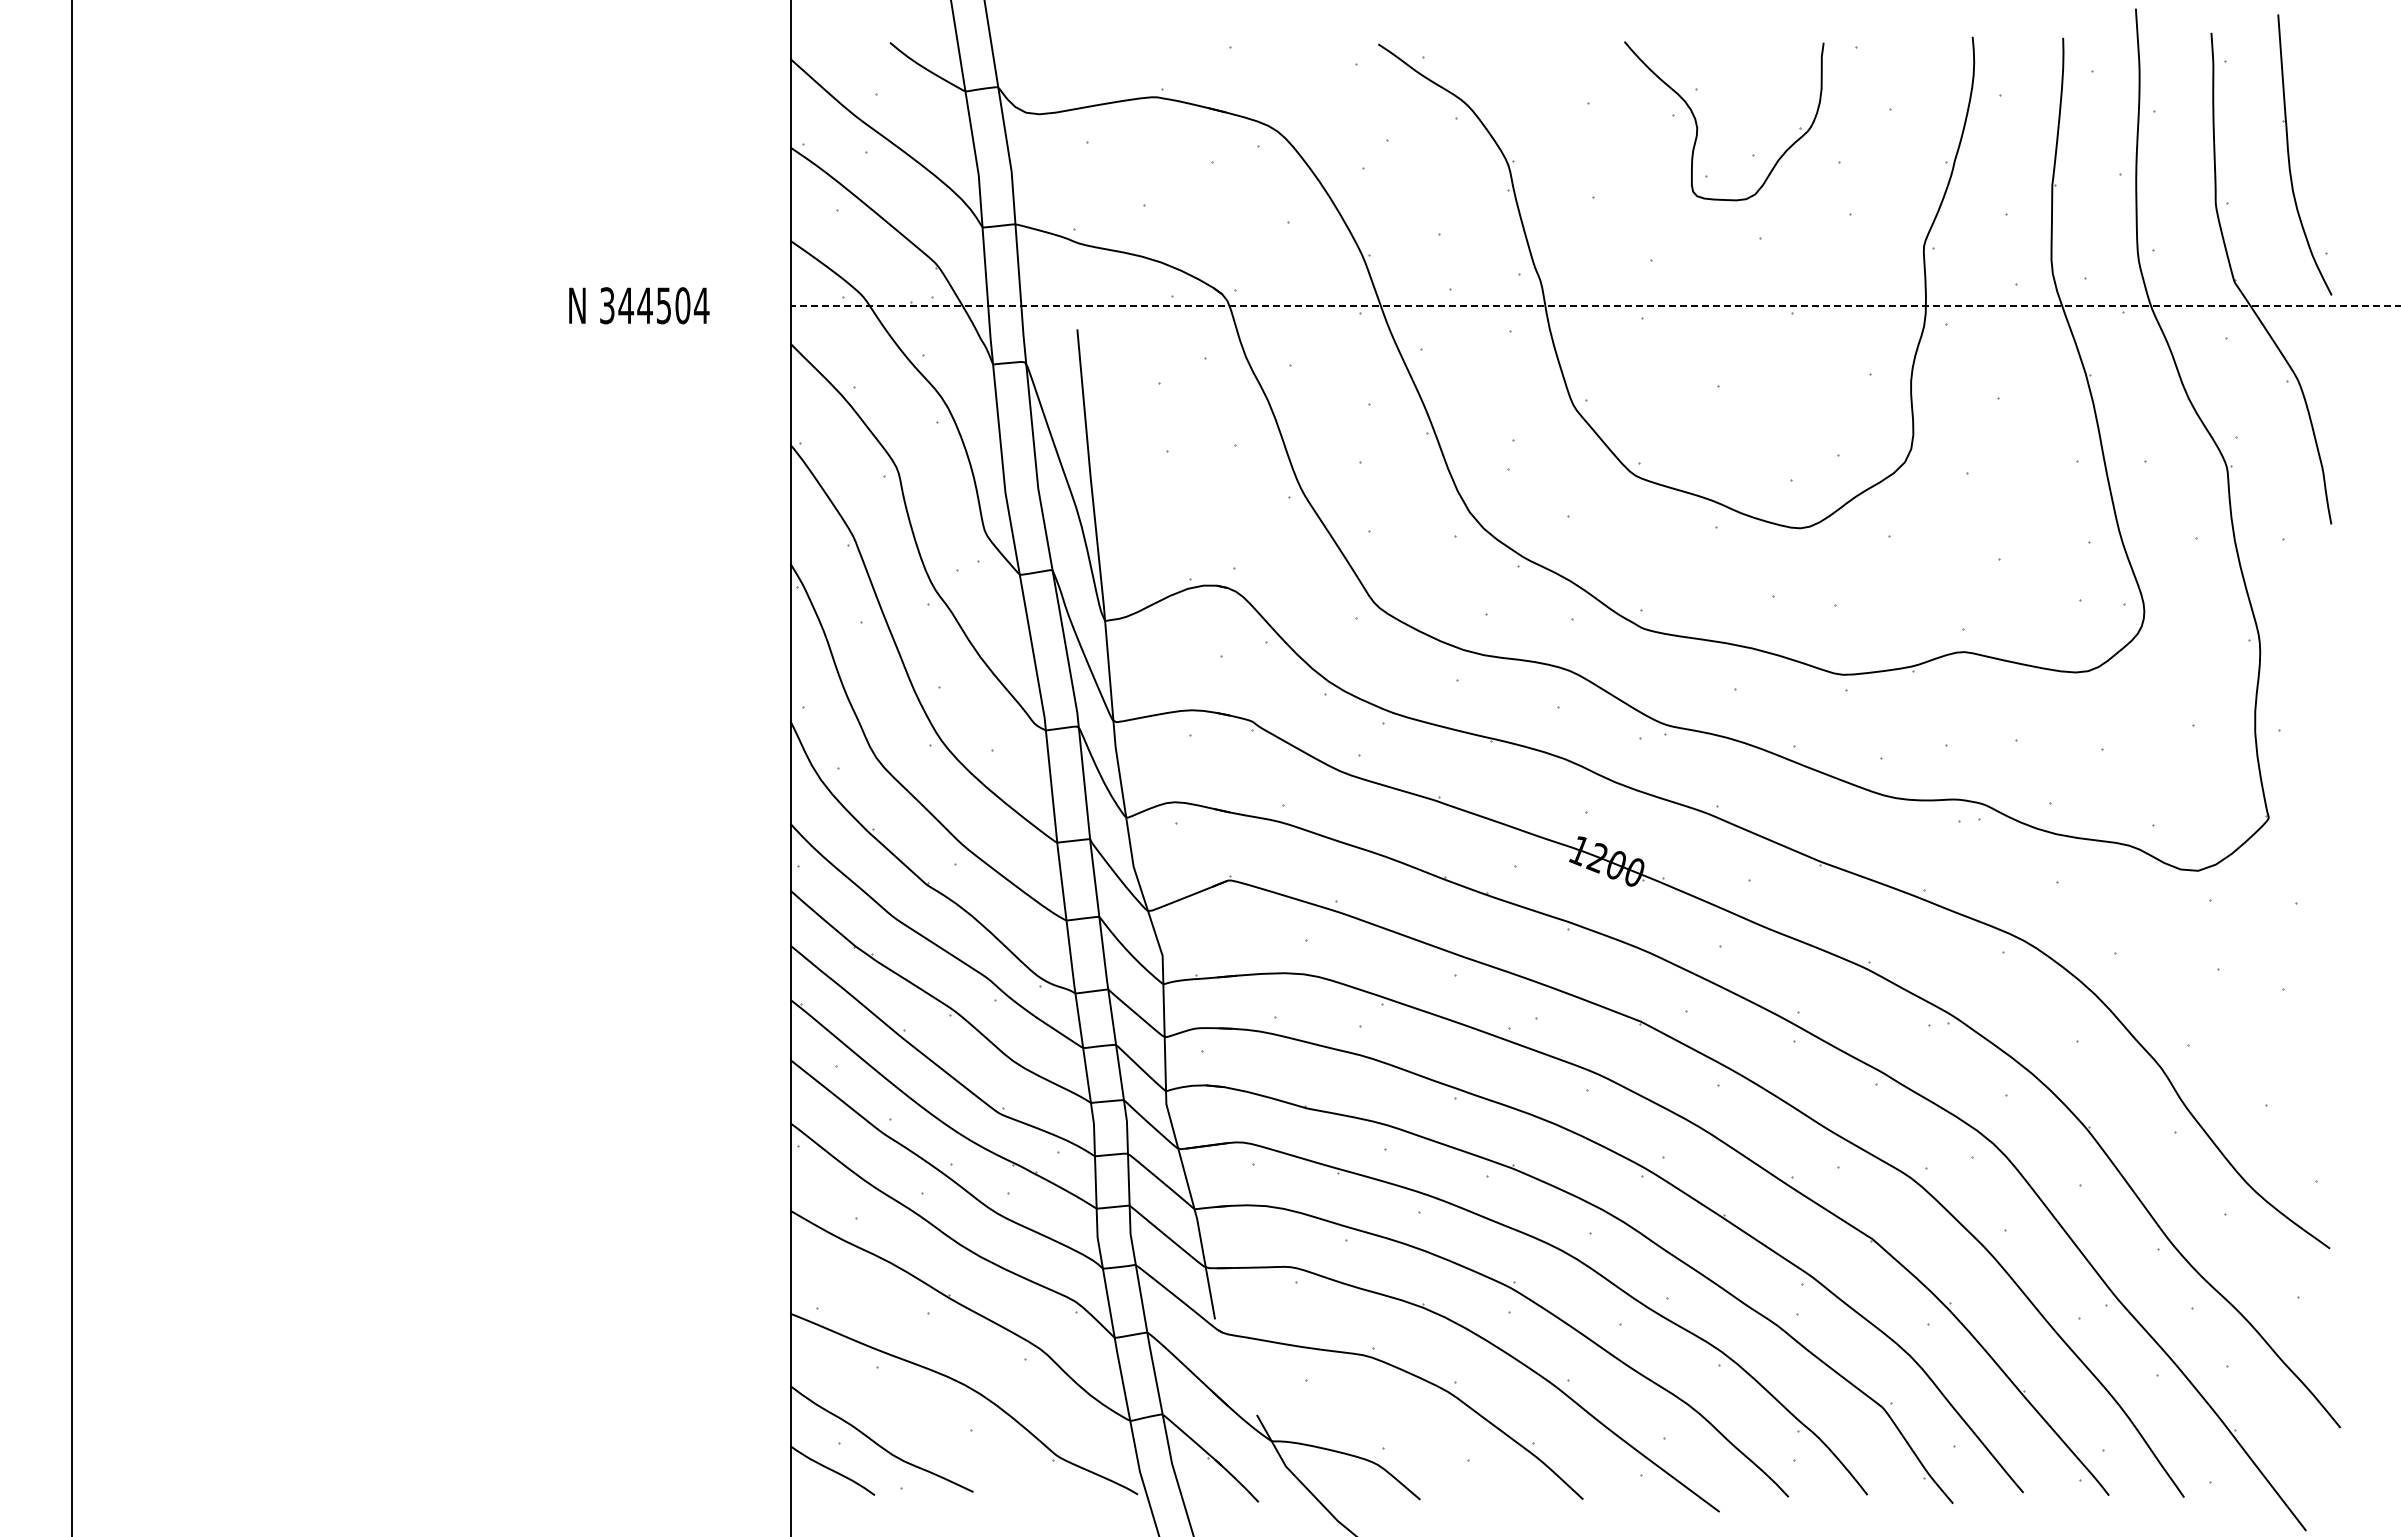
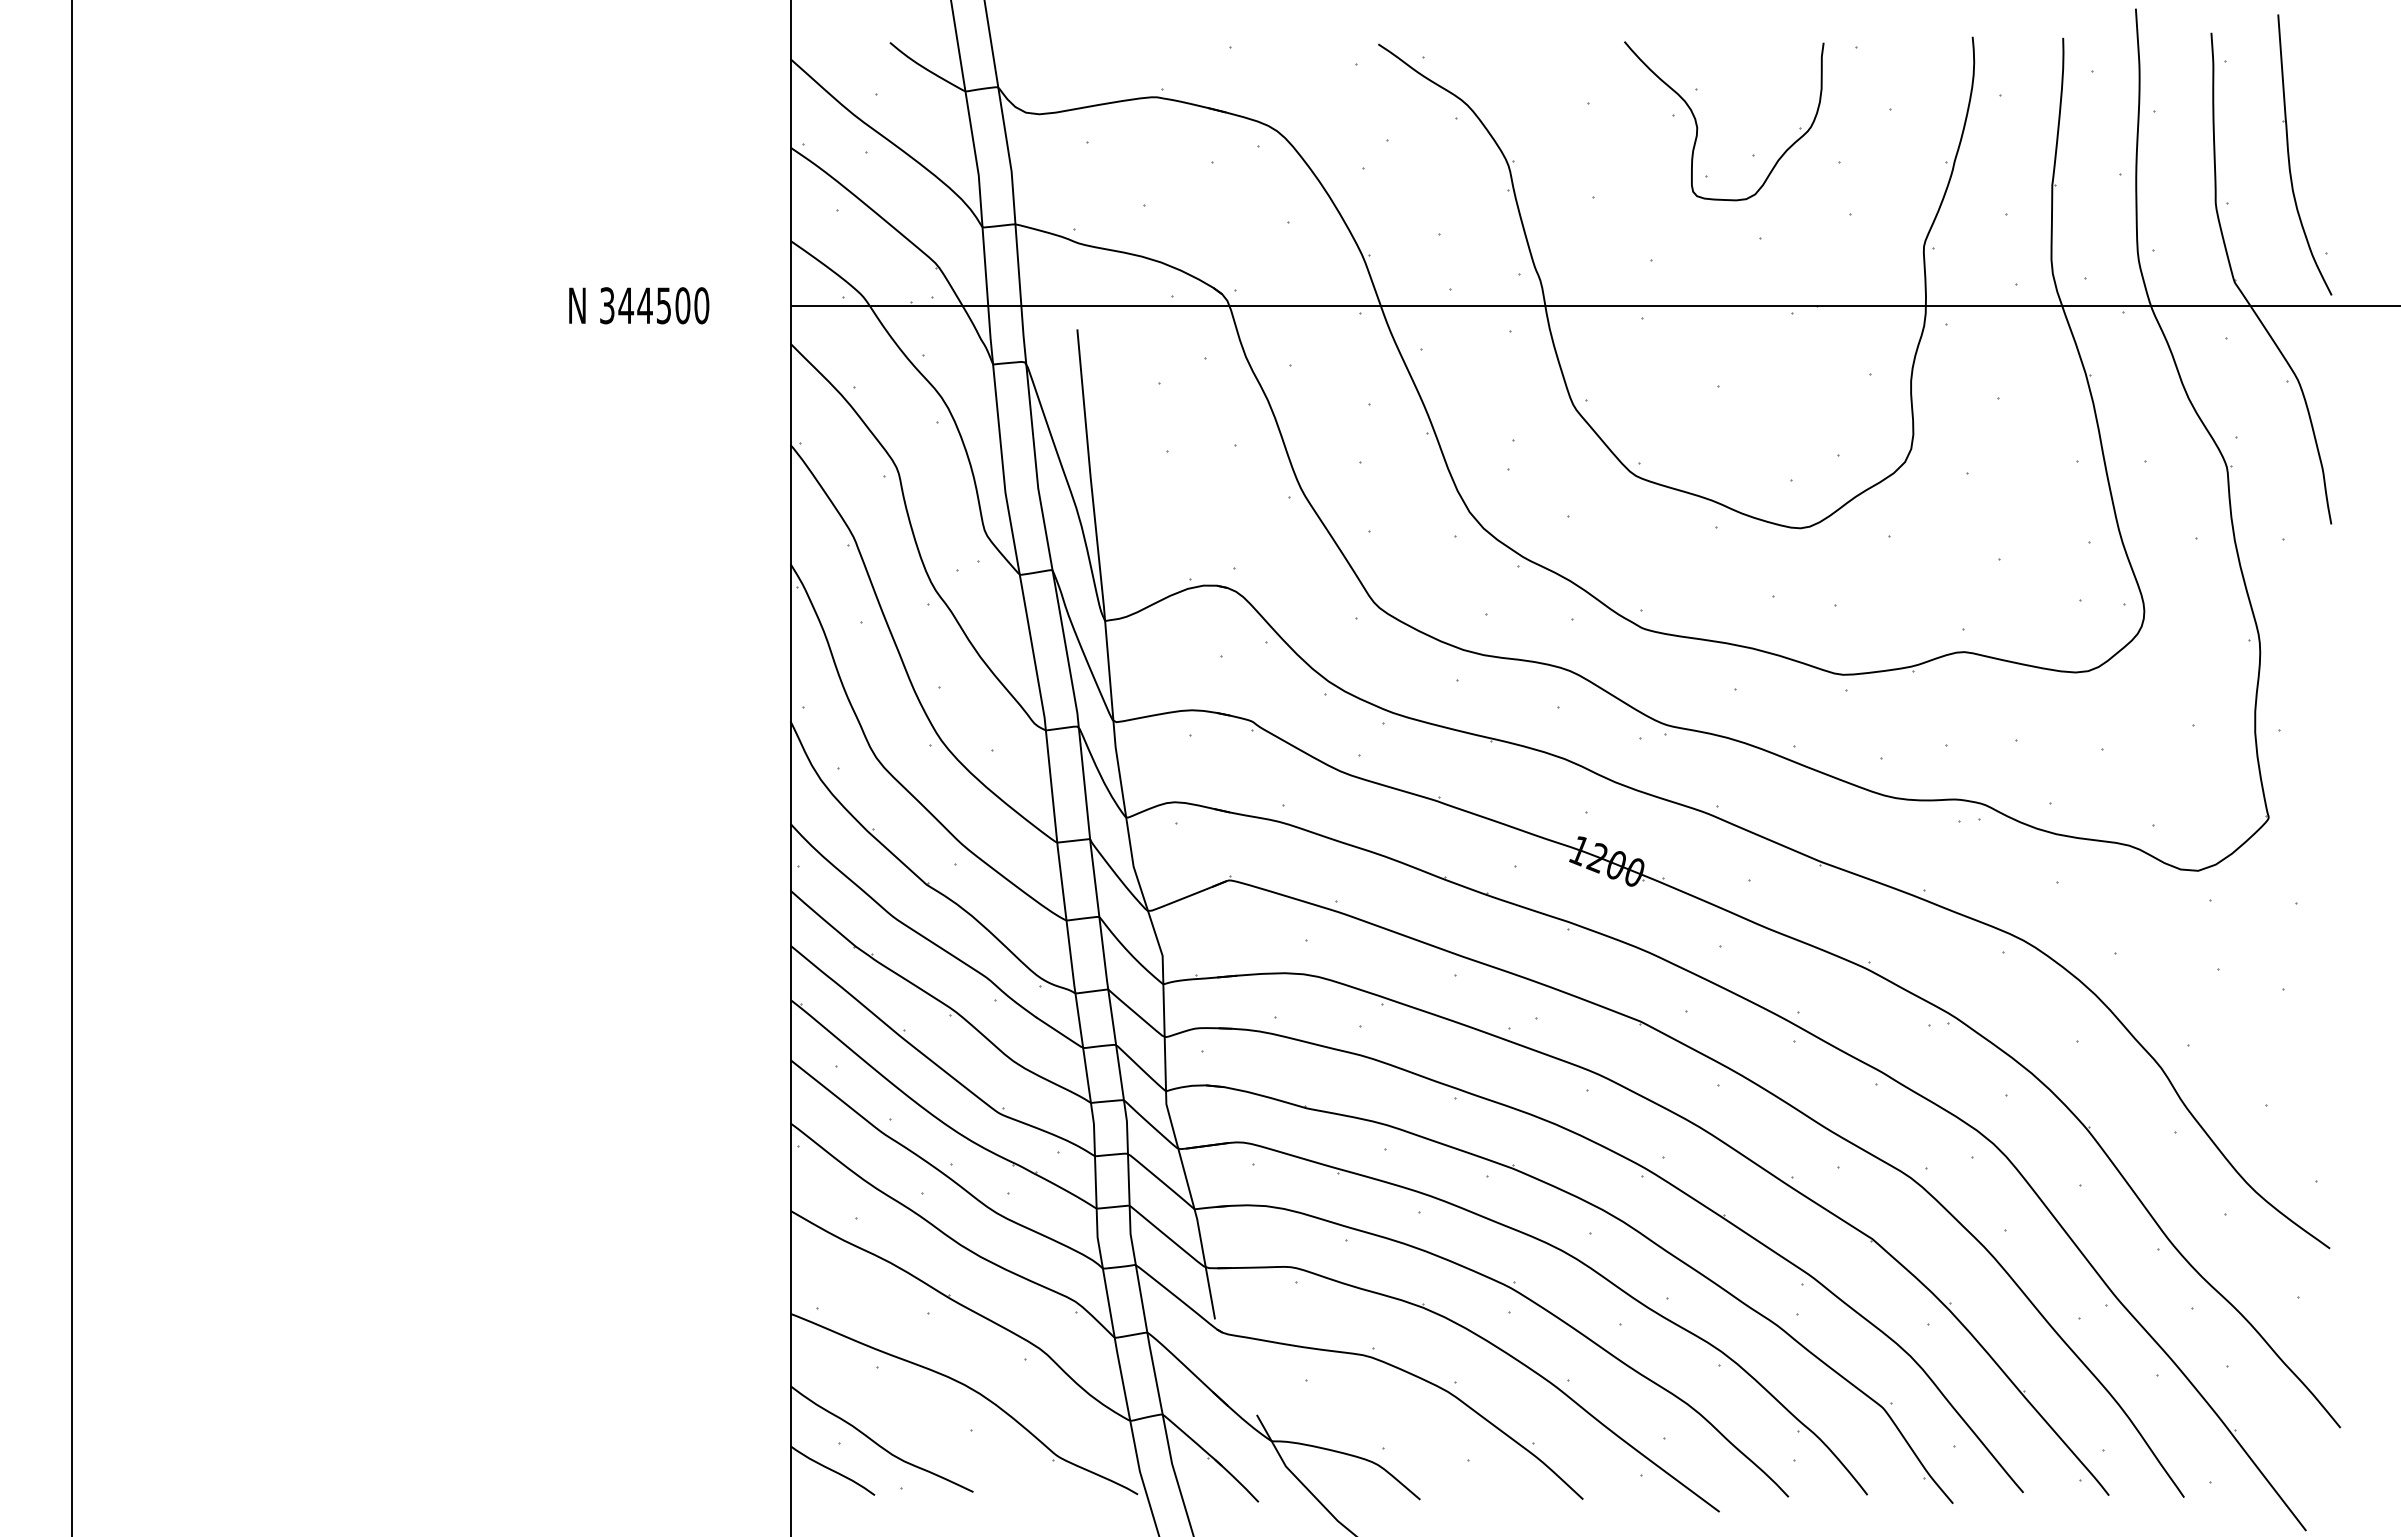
text at (701, 305): 344504 -> 344500
line at (1594, 305): dashed -> solid
